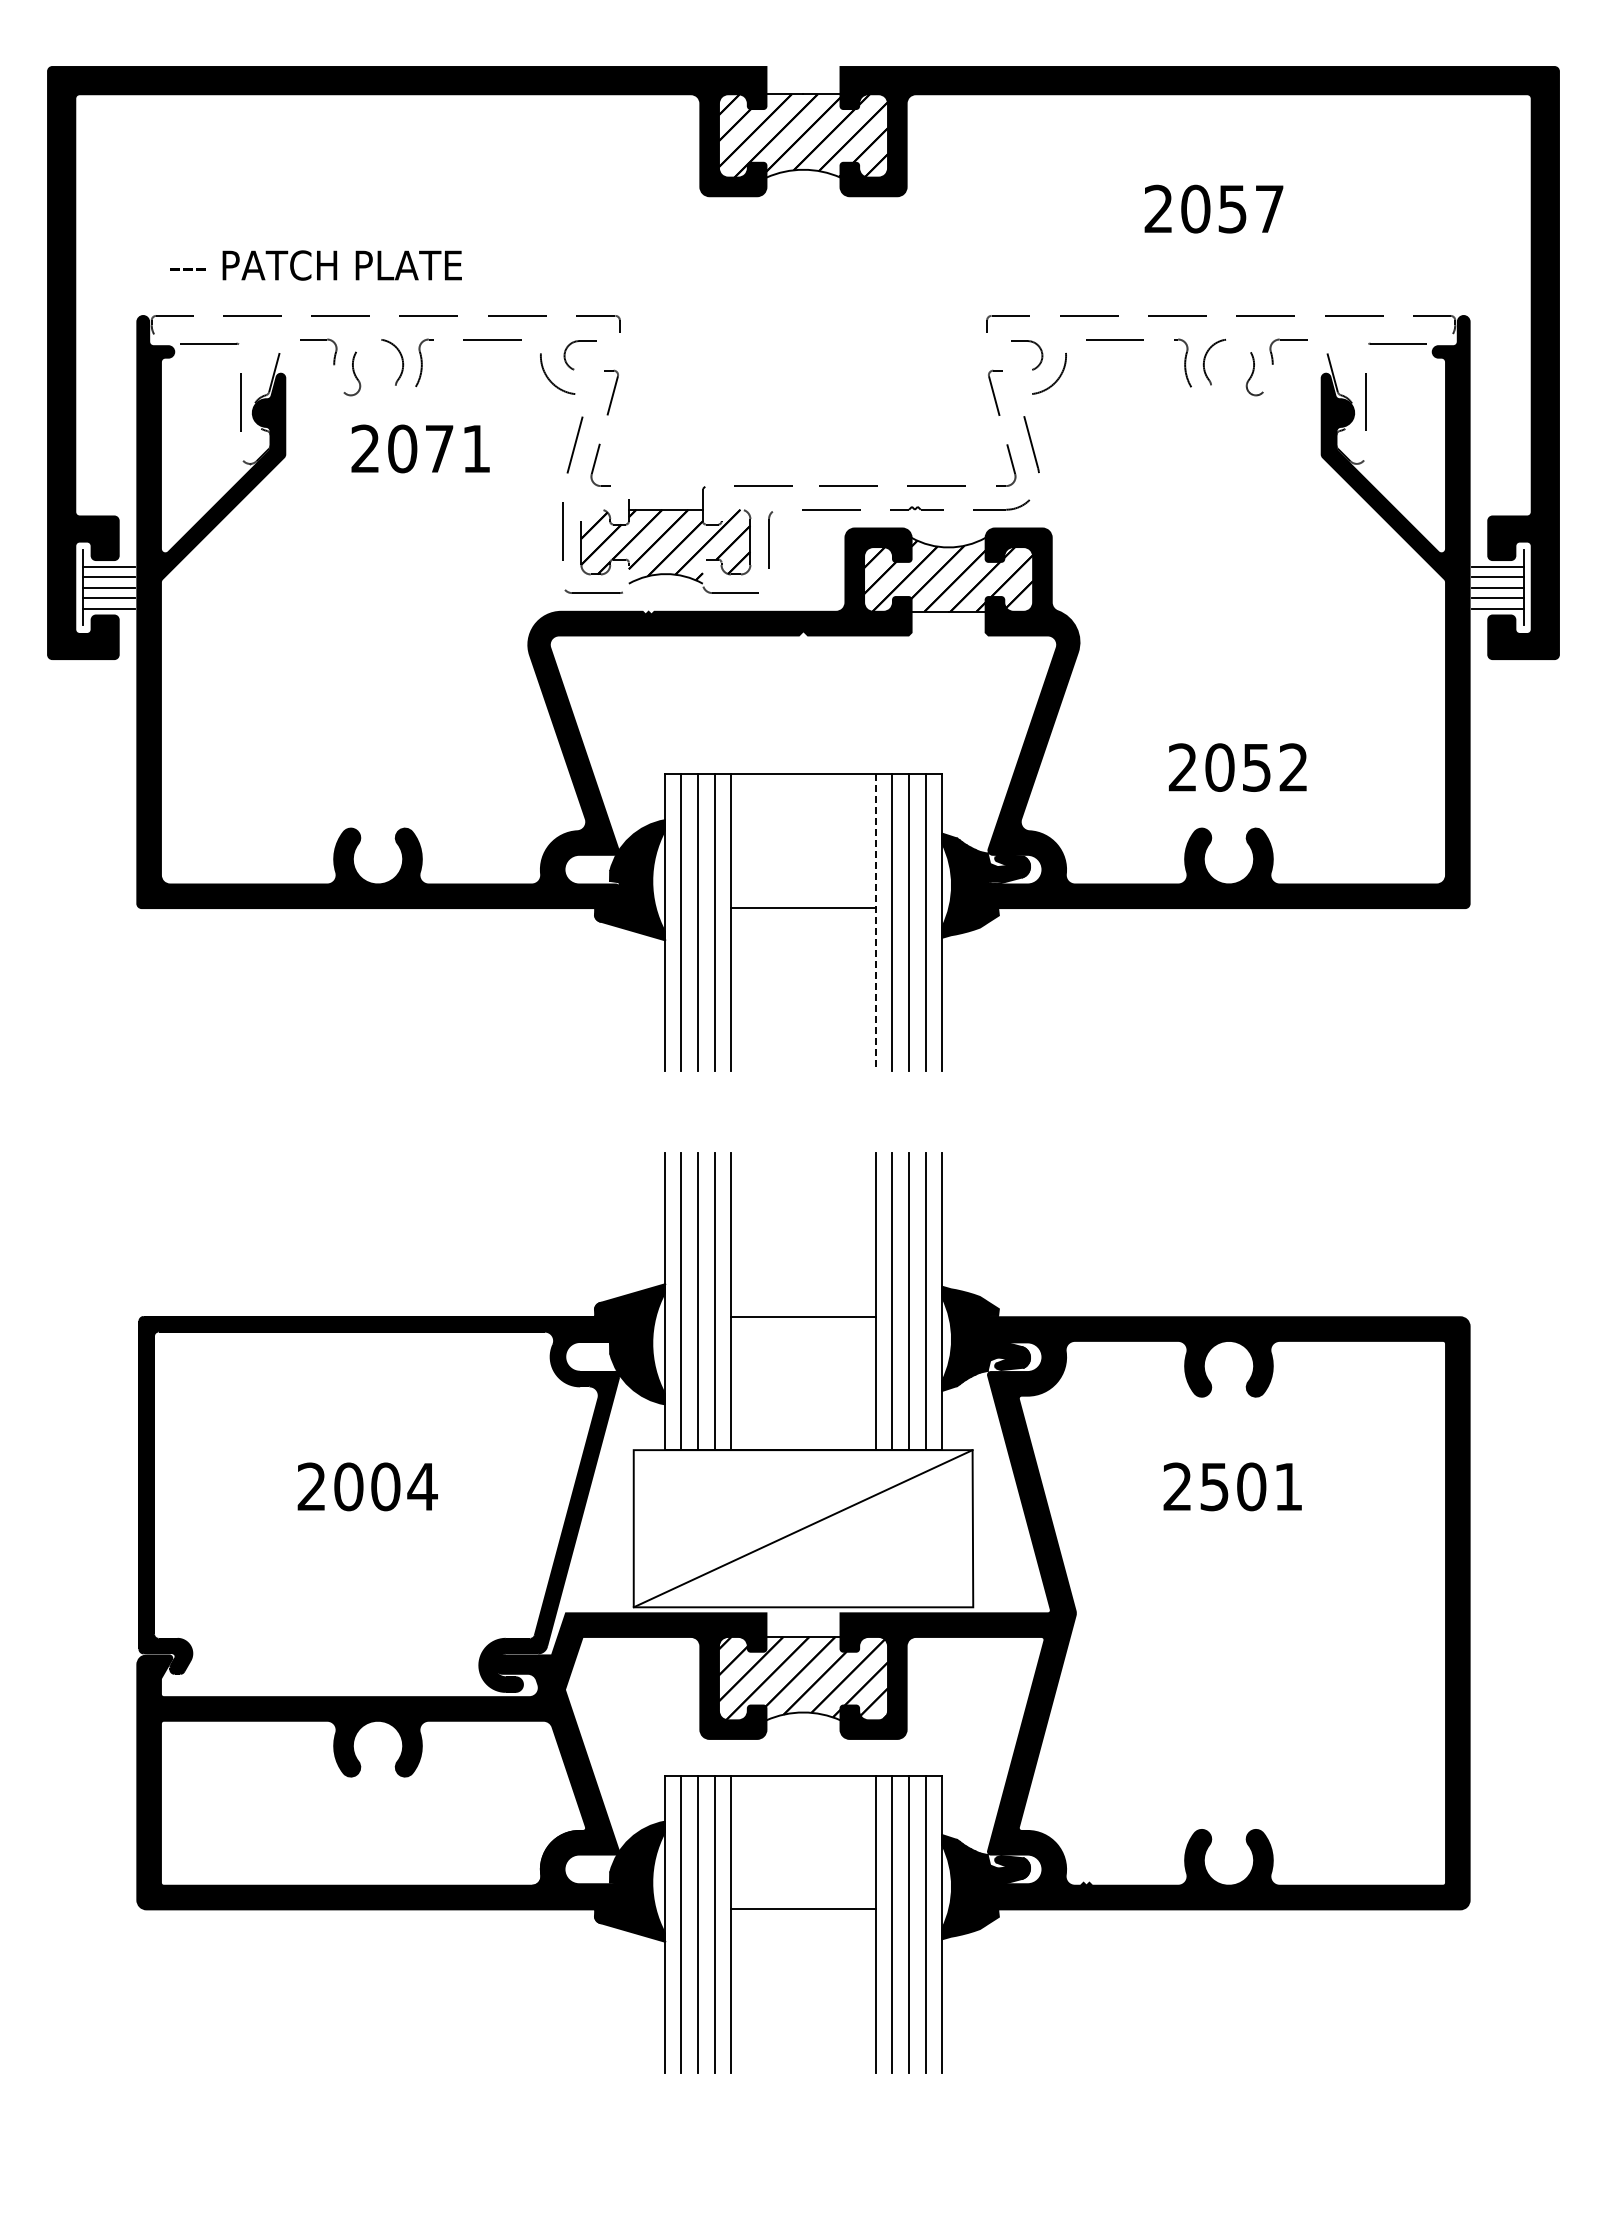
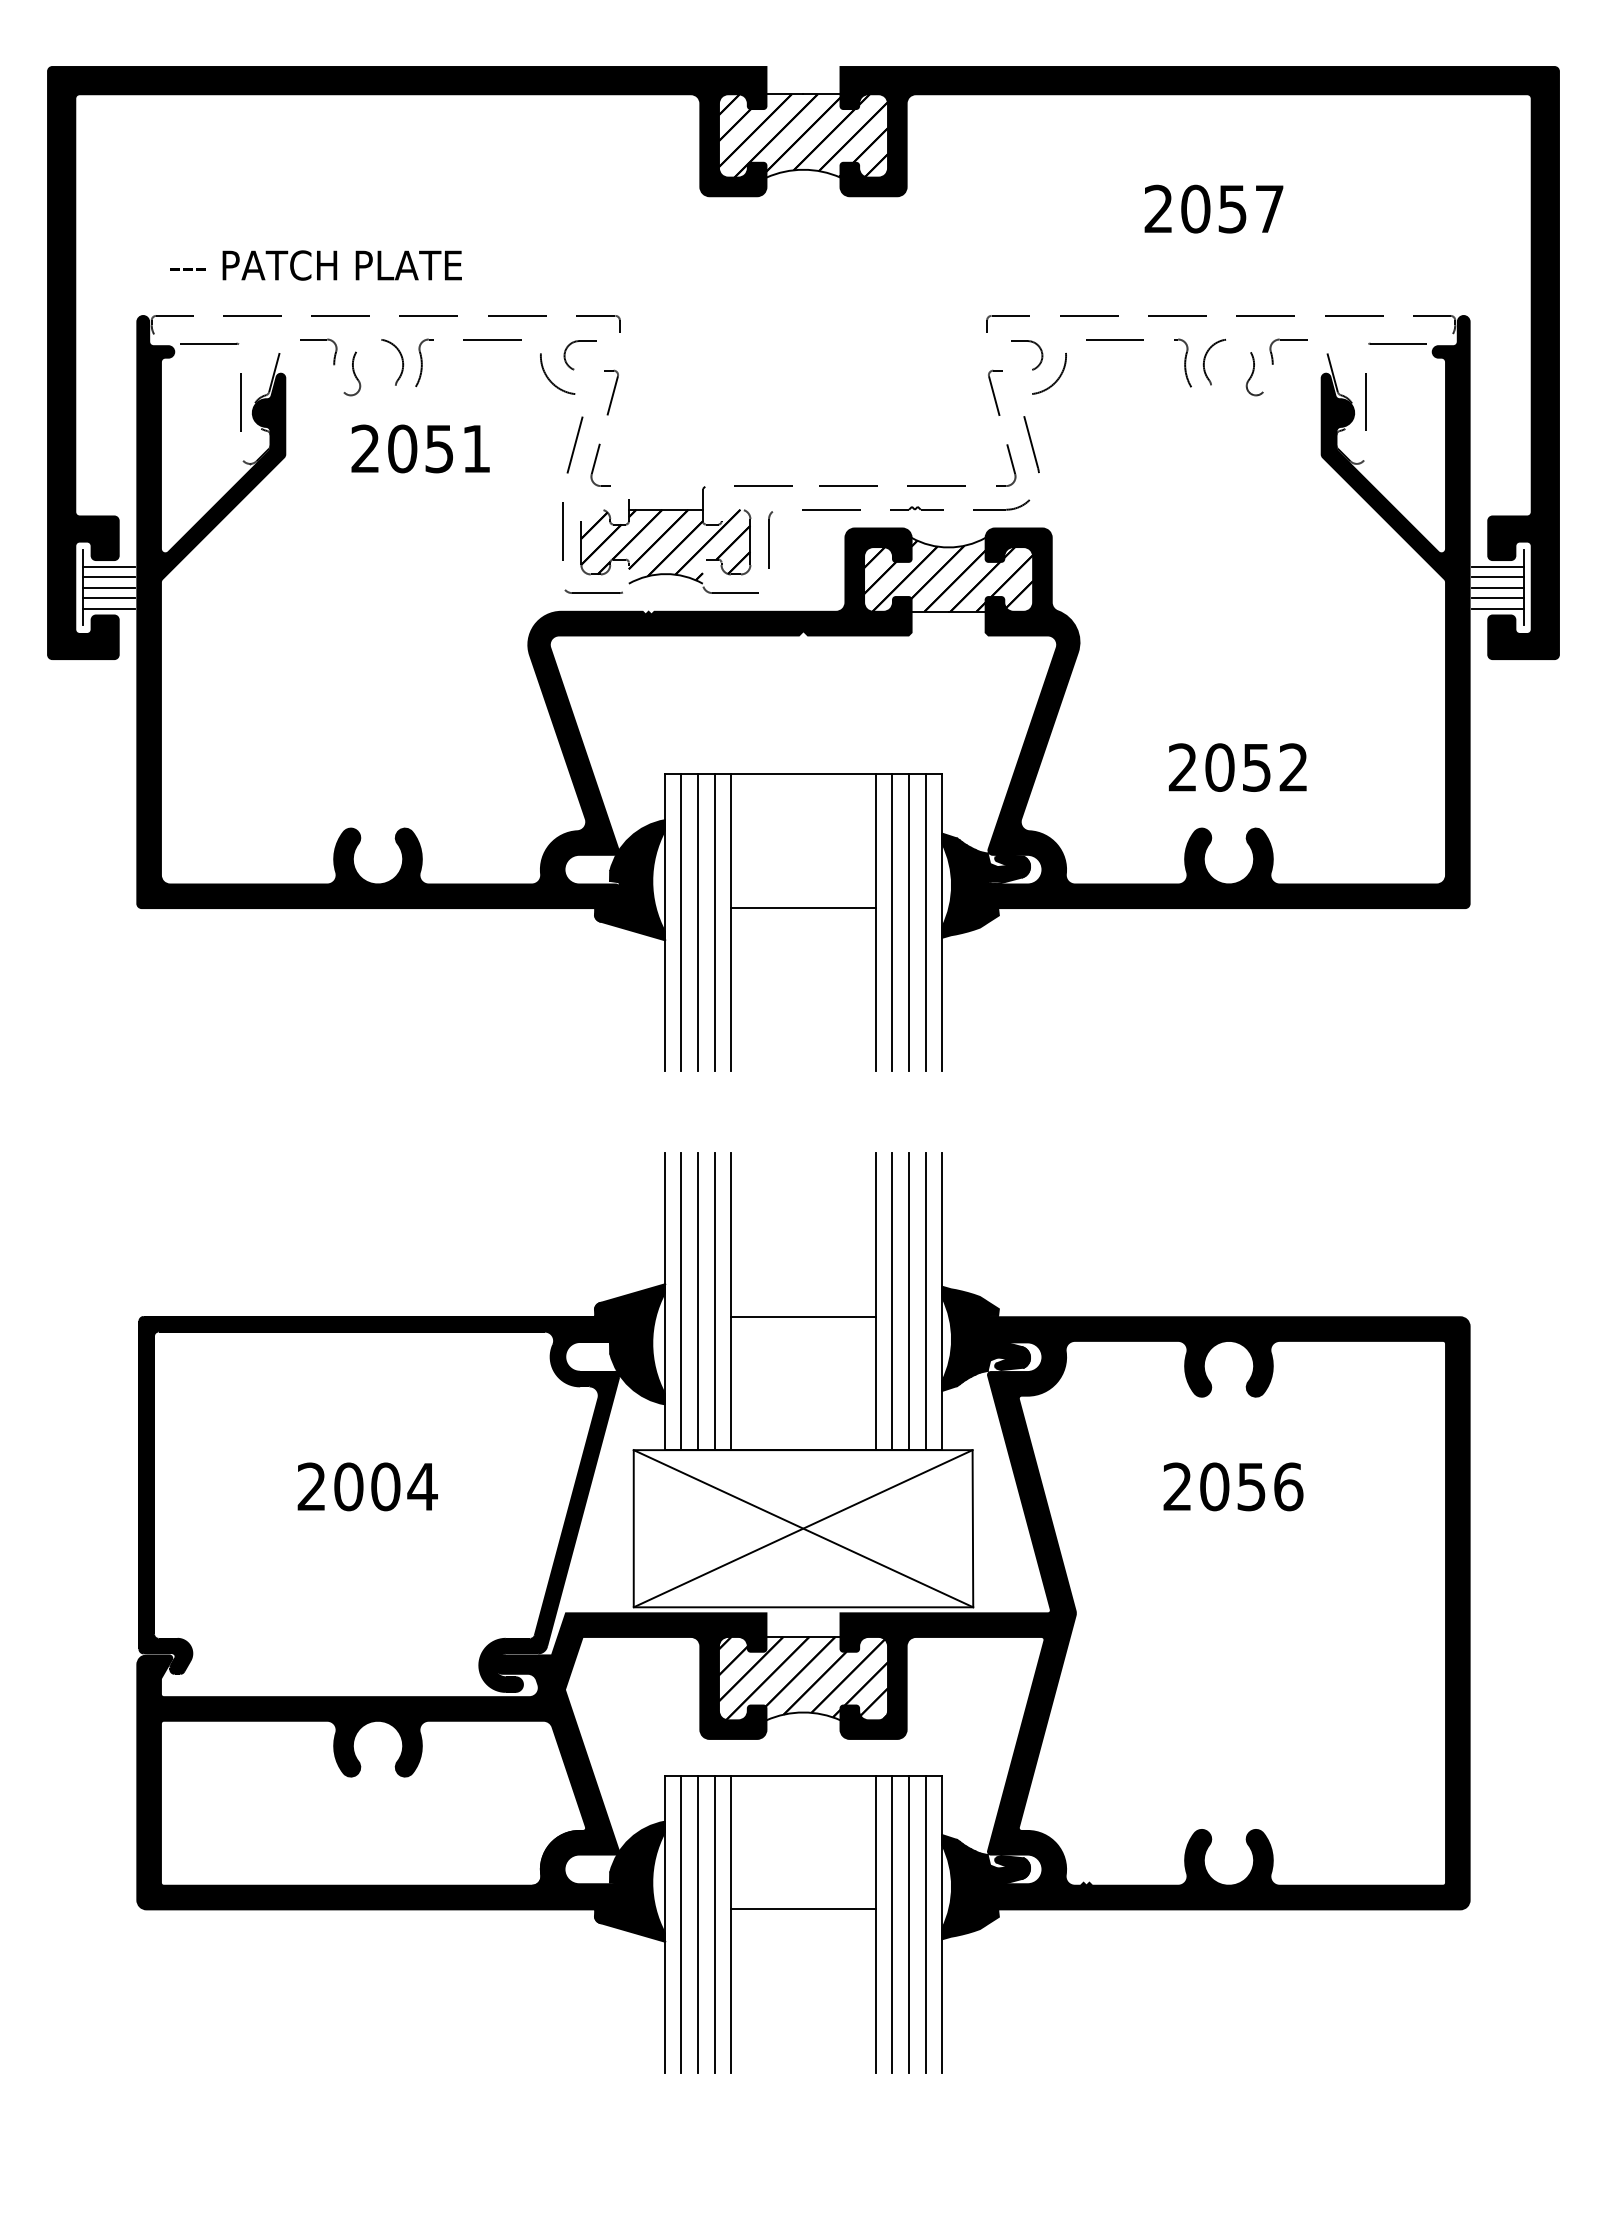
text at (439, 449): 2071 -> 2051
line at (875, 923): dashed -> solid
text at (1251, 1486): 2501 -> 2056
line at (803, 1528): none -> present
